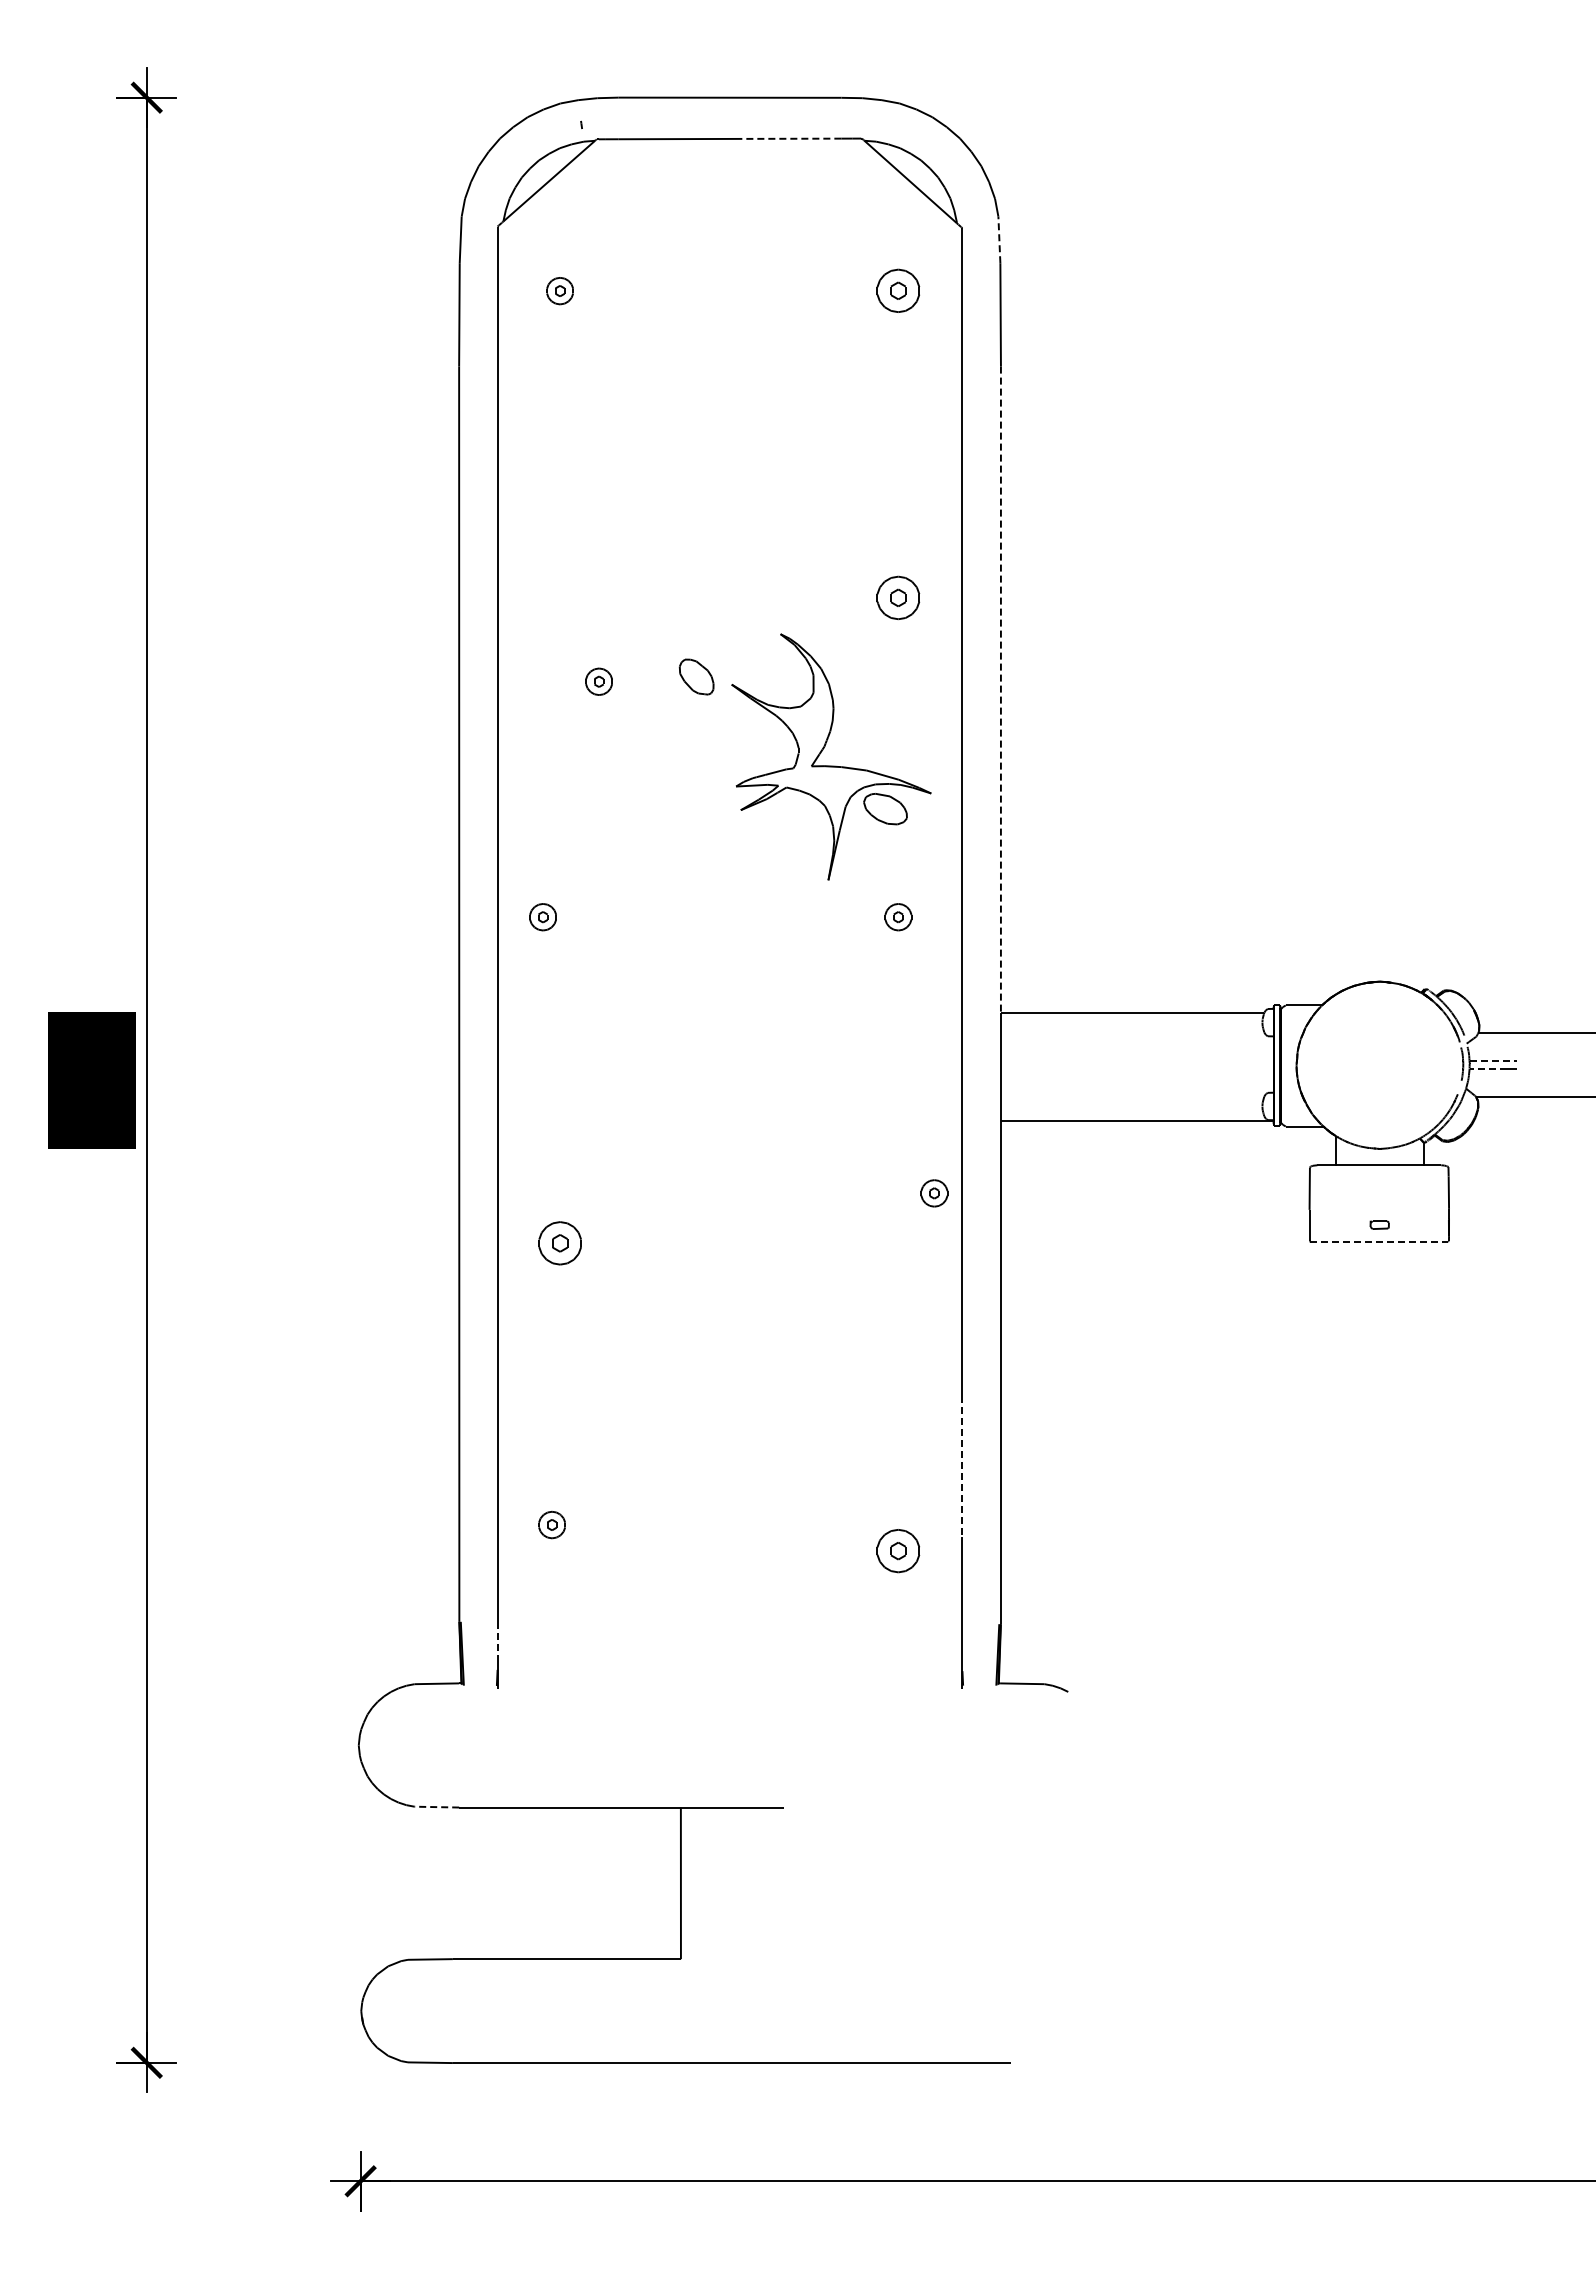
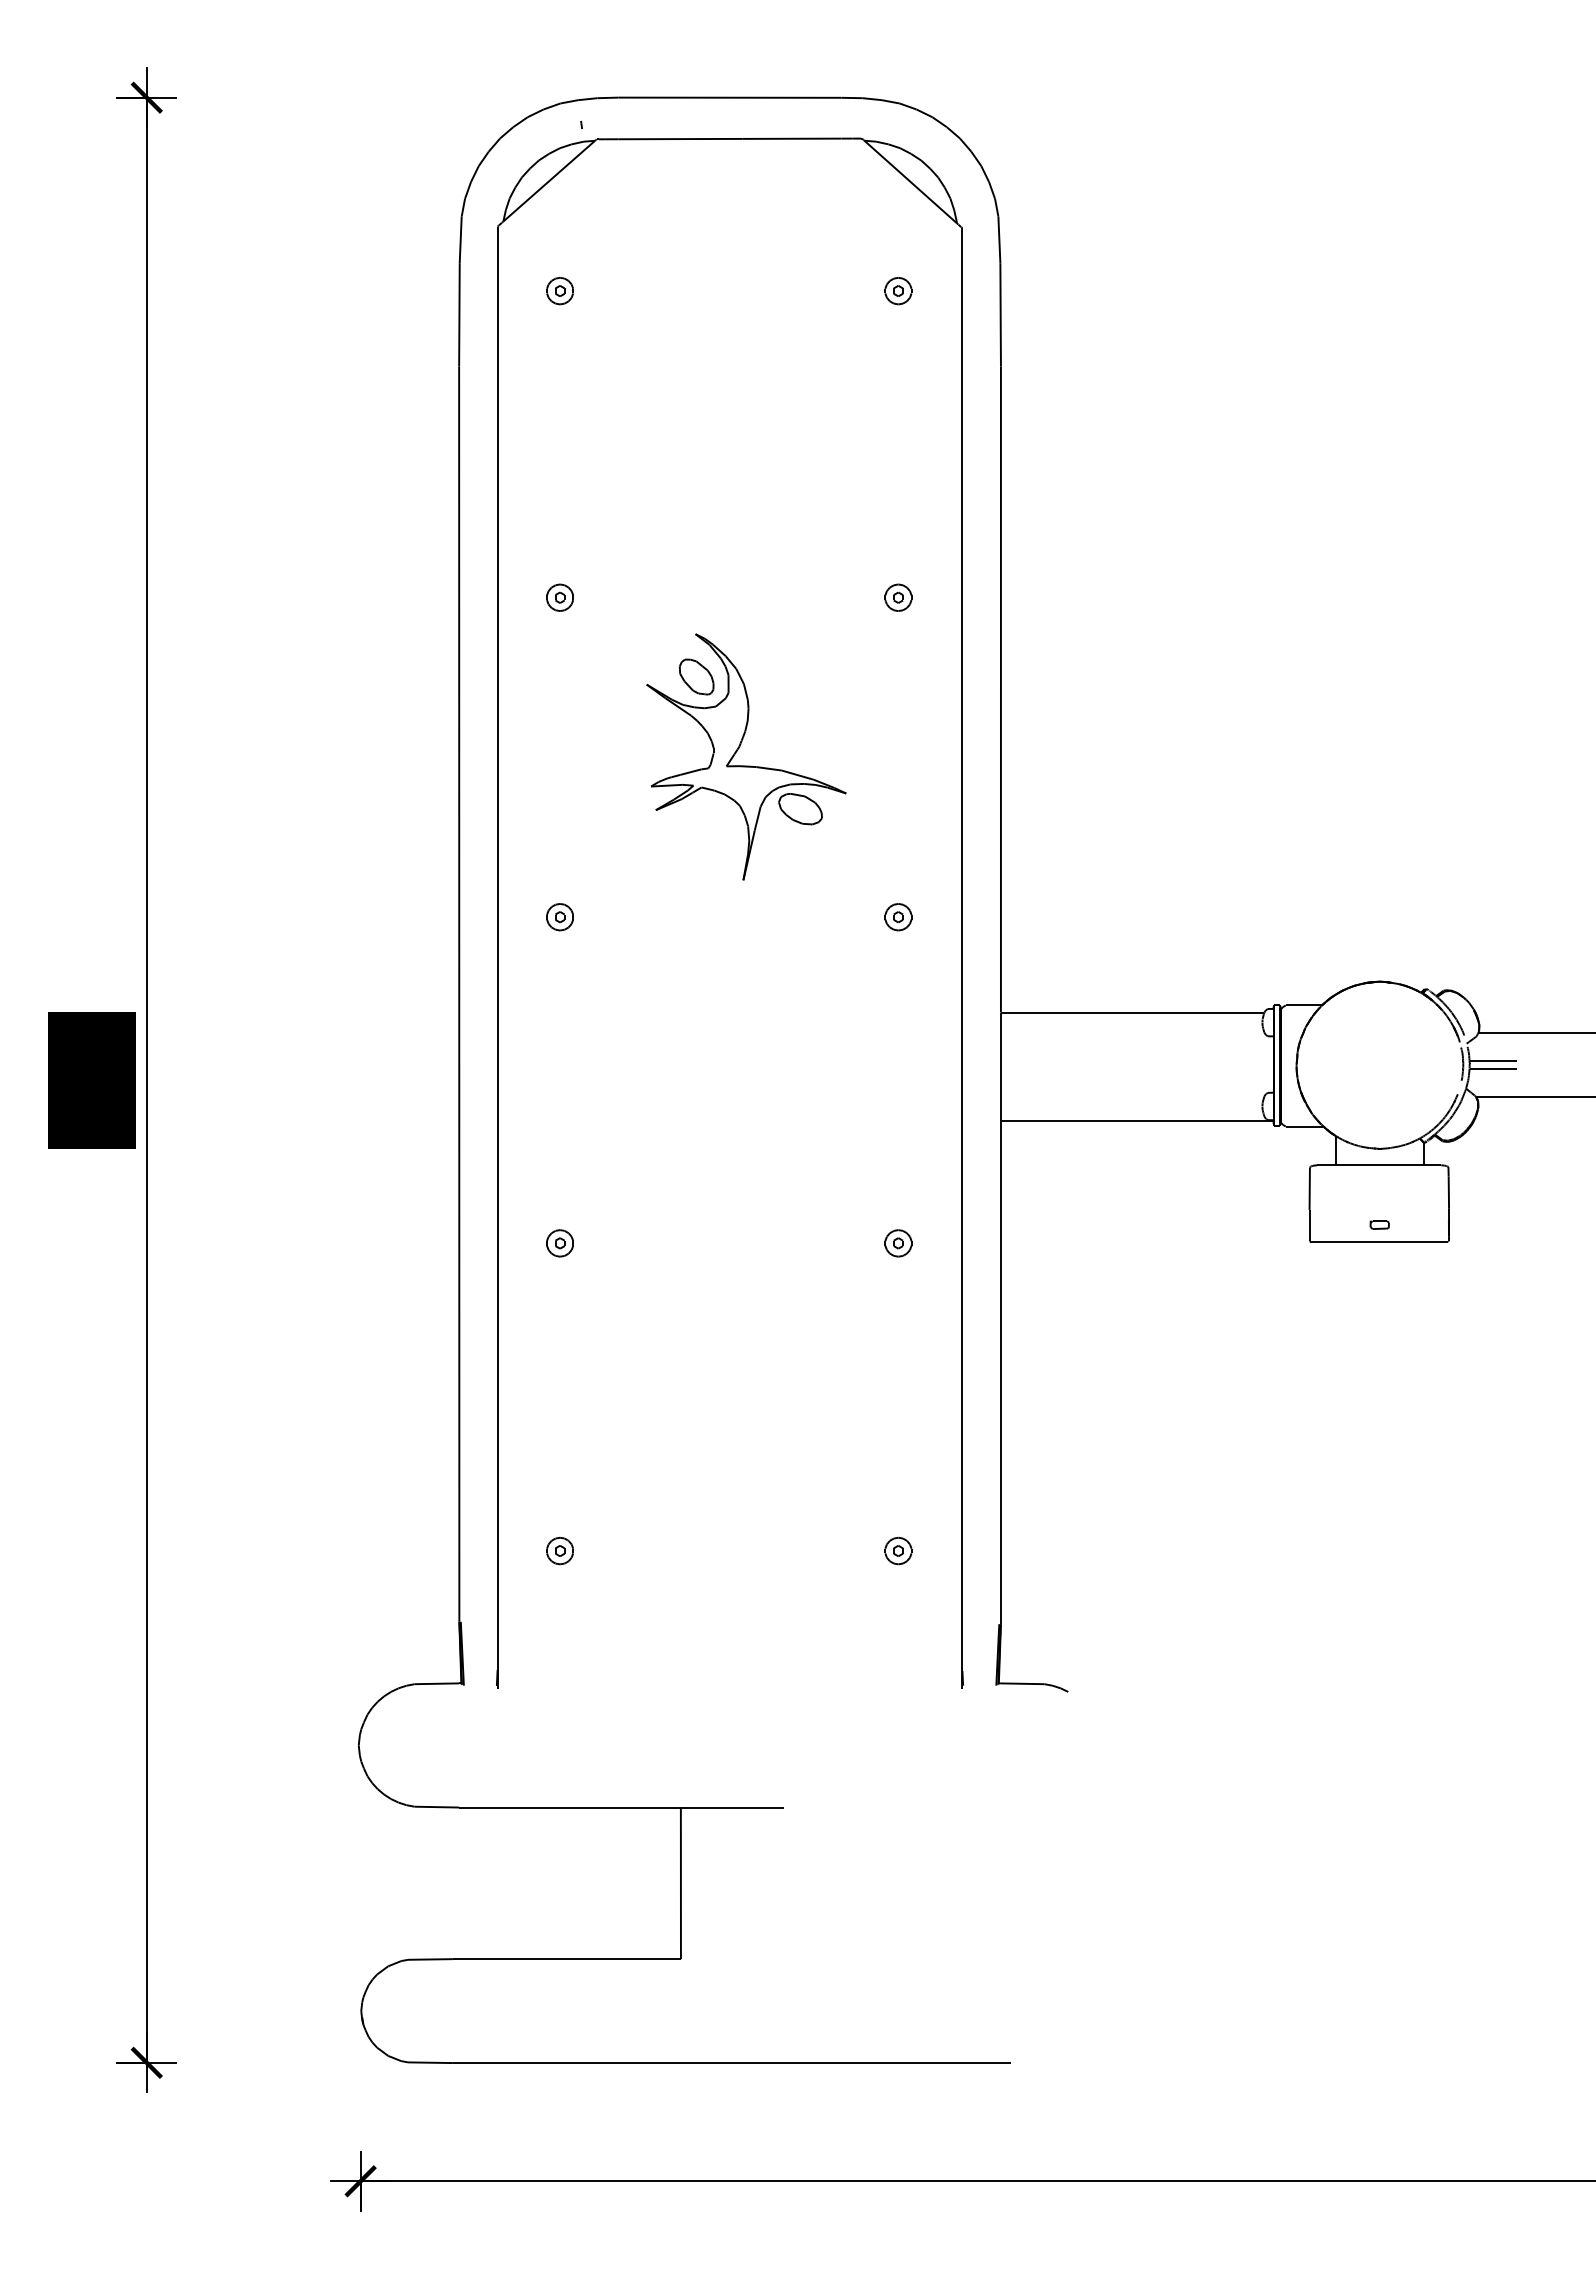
line at (791, 138): dashed -> solid
line at (999, 239): dashed -> solid
part at (898, 290) size: 45x45 px -> 29x29 px
part at (898, 597) size: 45x46 px -> 29x29 px
part at (598, 681) position: (598, 681) -> (559, 597)
line at (1000, 689): dashed -> solid
part at (831, 765) position: (831, 765) -> (746, 765)
part at (542, 917) position: (542, 917) -> (559, 917)
line at (1493, 1060): dashed -> solid
line at (1488, 1068): dashed -> solid
part at (934, 1193) position: (934, 1193) -> (898, 1243)
line at (1379, 1241): dashed -> solid
part at (559, 1243) size: 44x45 px -> 28x29 px
line at (962, 1466): dashed -> solid
part at (551, 1524) position: (551, 1524) -> (559, 1550)
part at (898, 1551) size: 45x45 px -> 29x30 px
line at (497, 1639): dashed -> solid
line at (436, 1807): dashed -> solid
